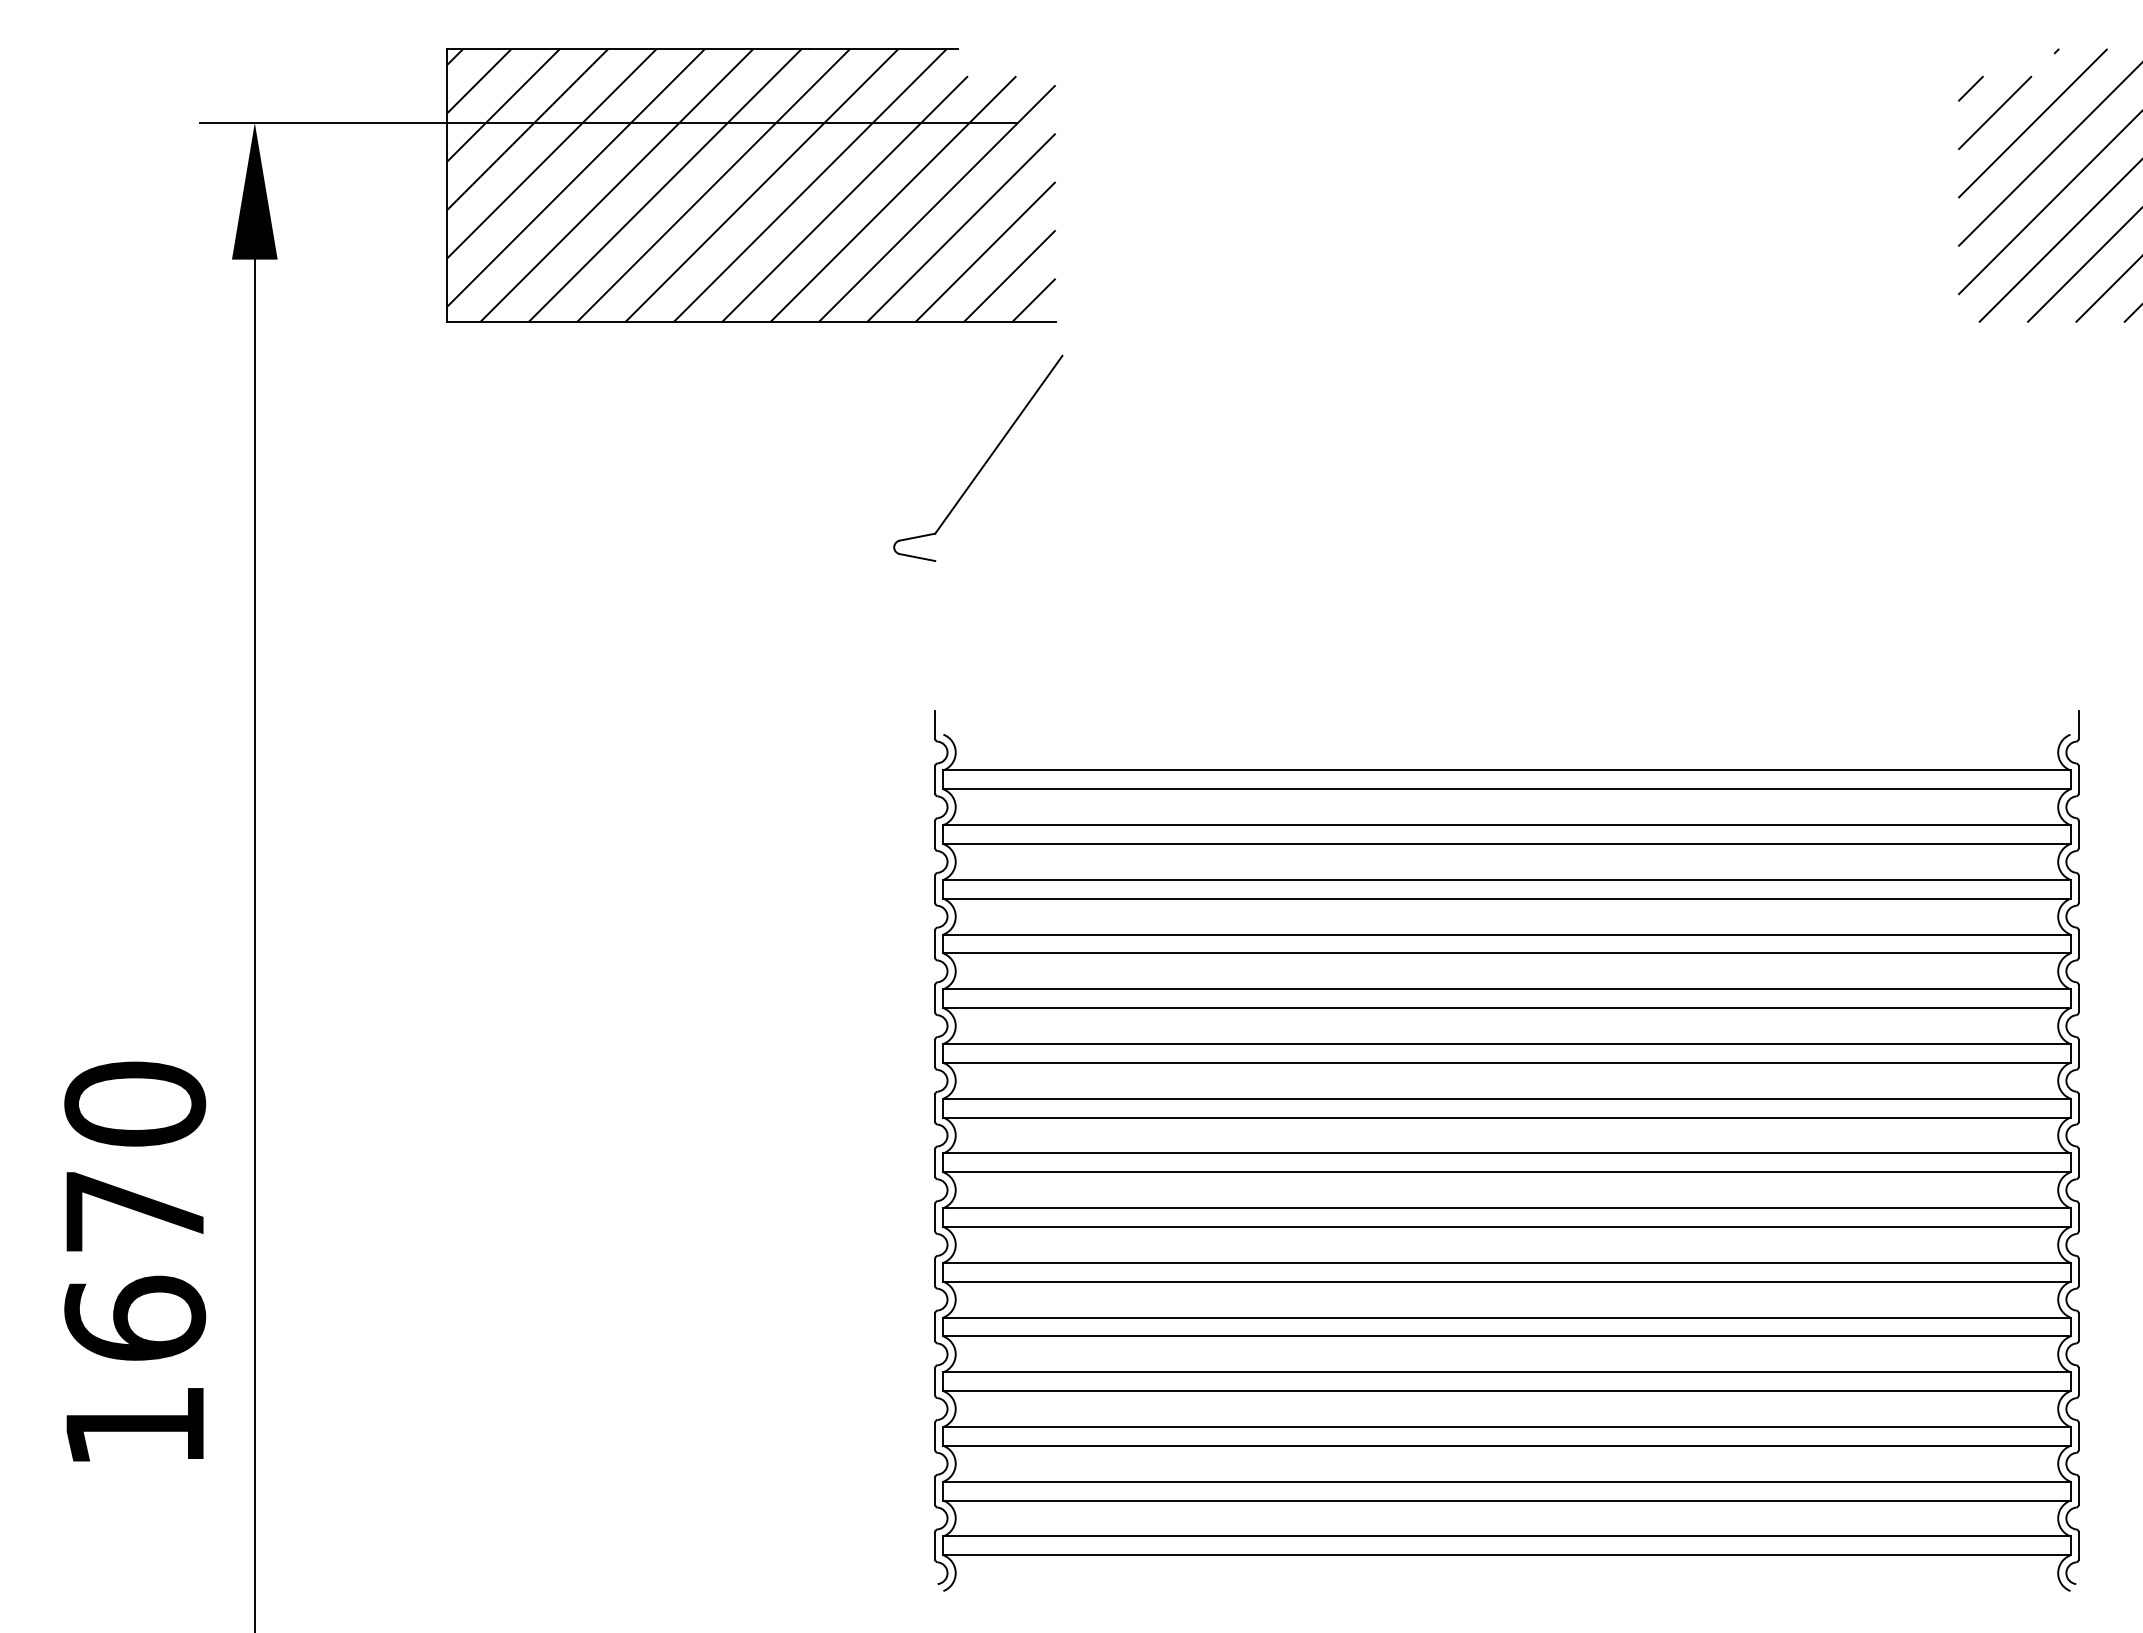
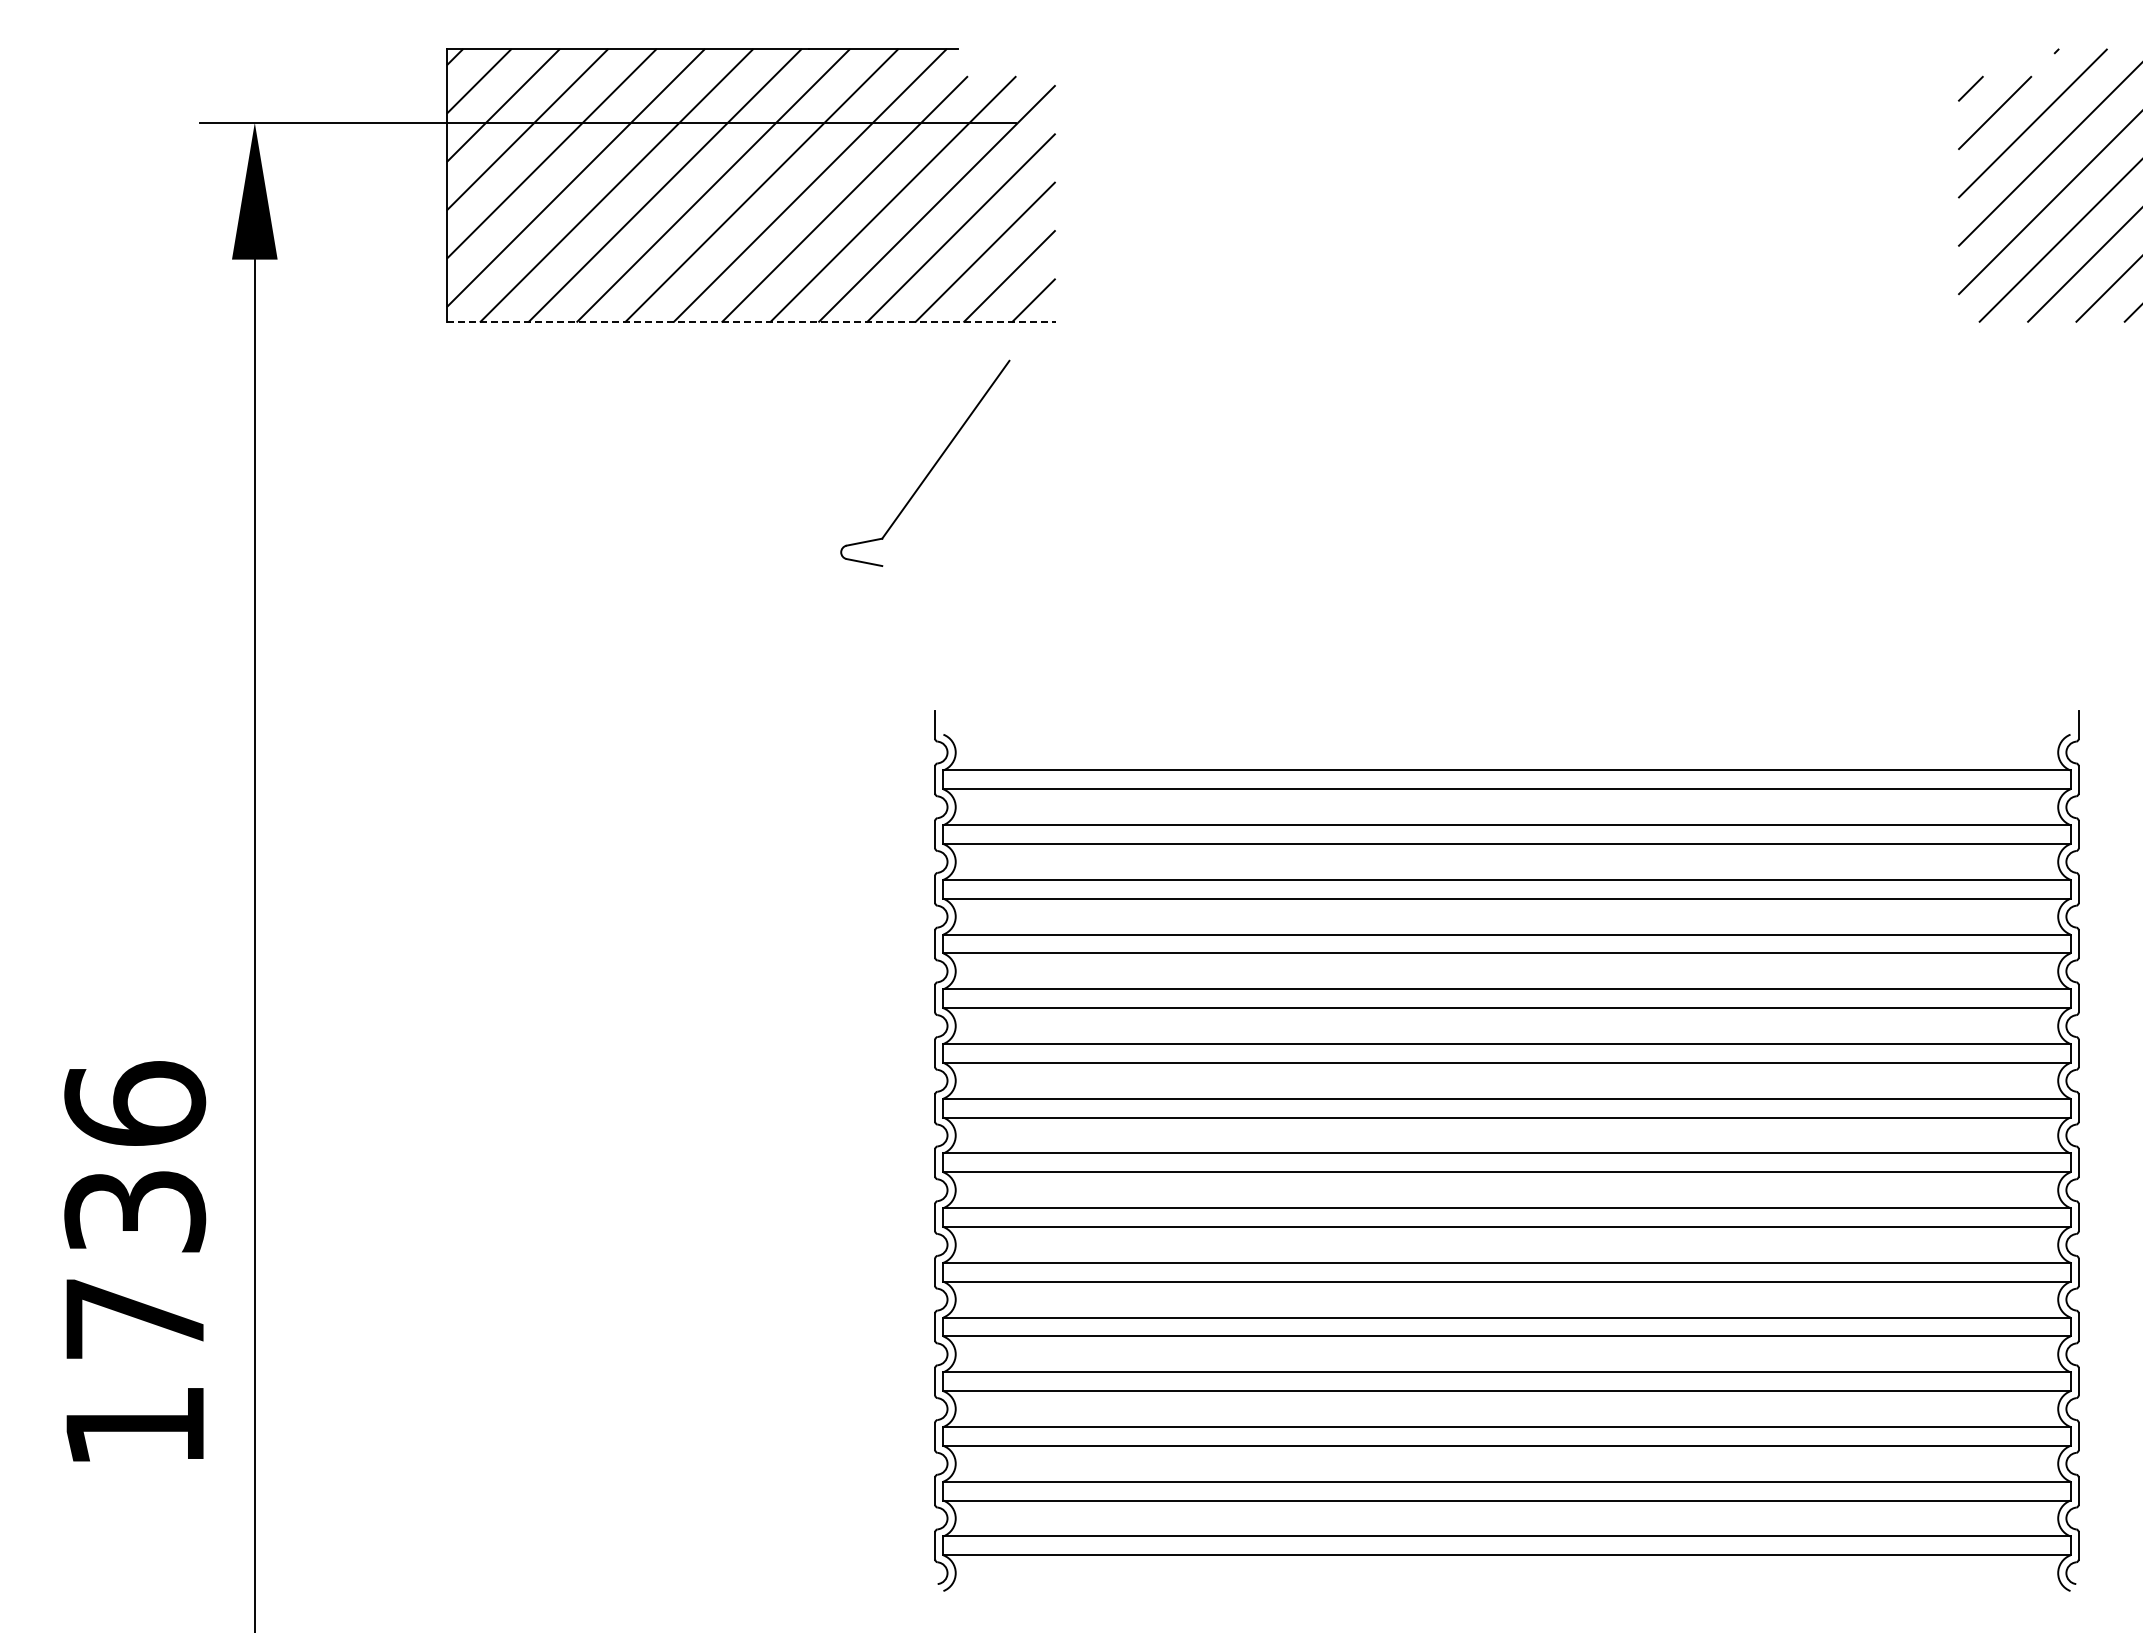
line at (751, 322): solid -> dashed
part at (985, 461) position: (985, 461) -> (932, 466)
text at (135, 1210): 1670 -> 1736
